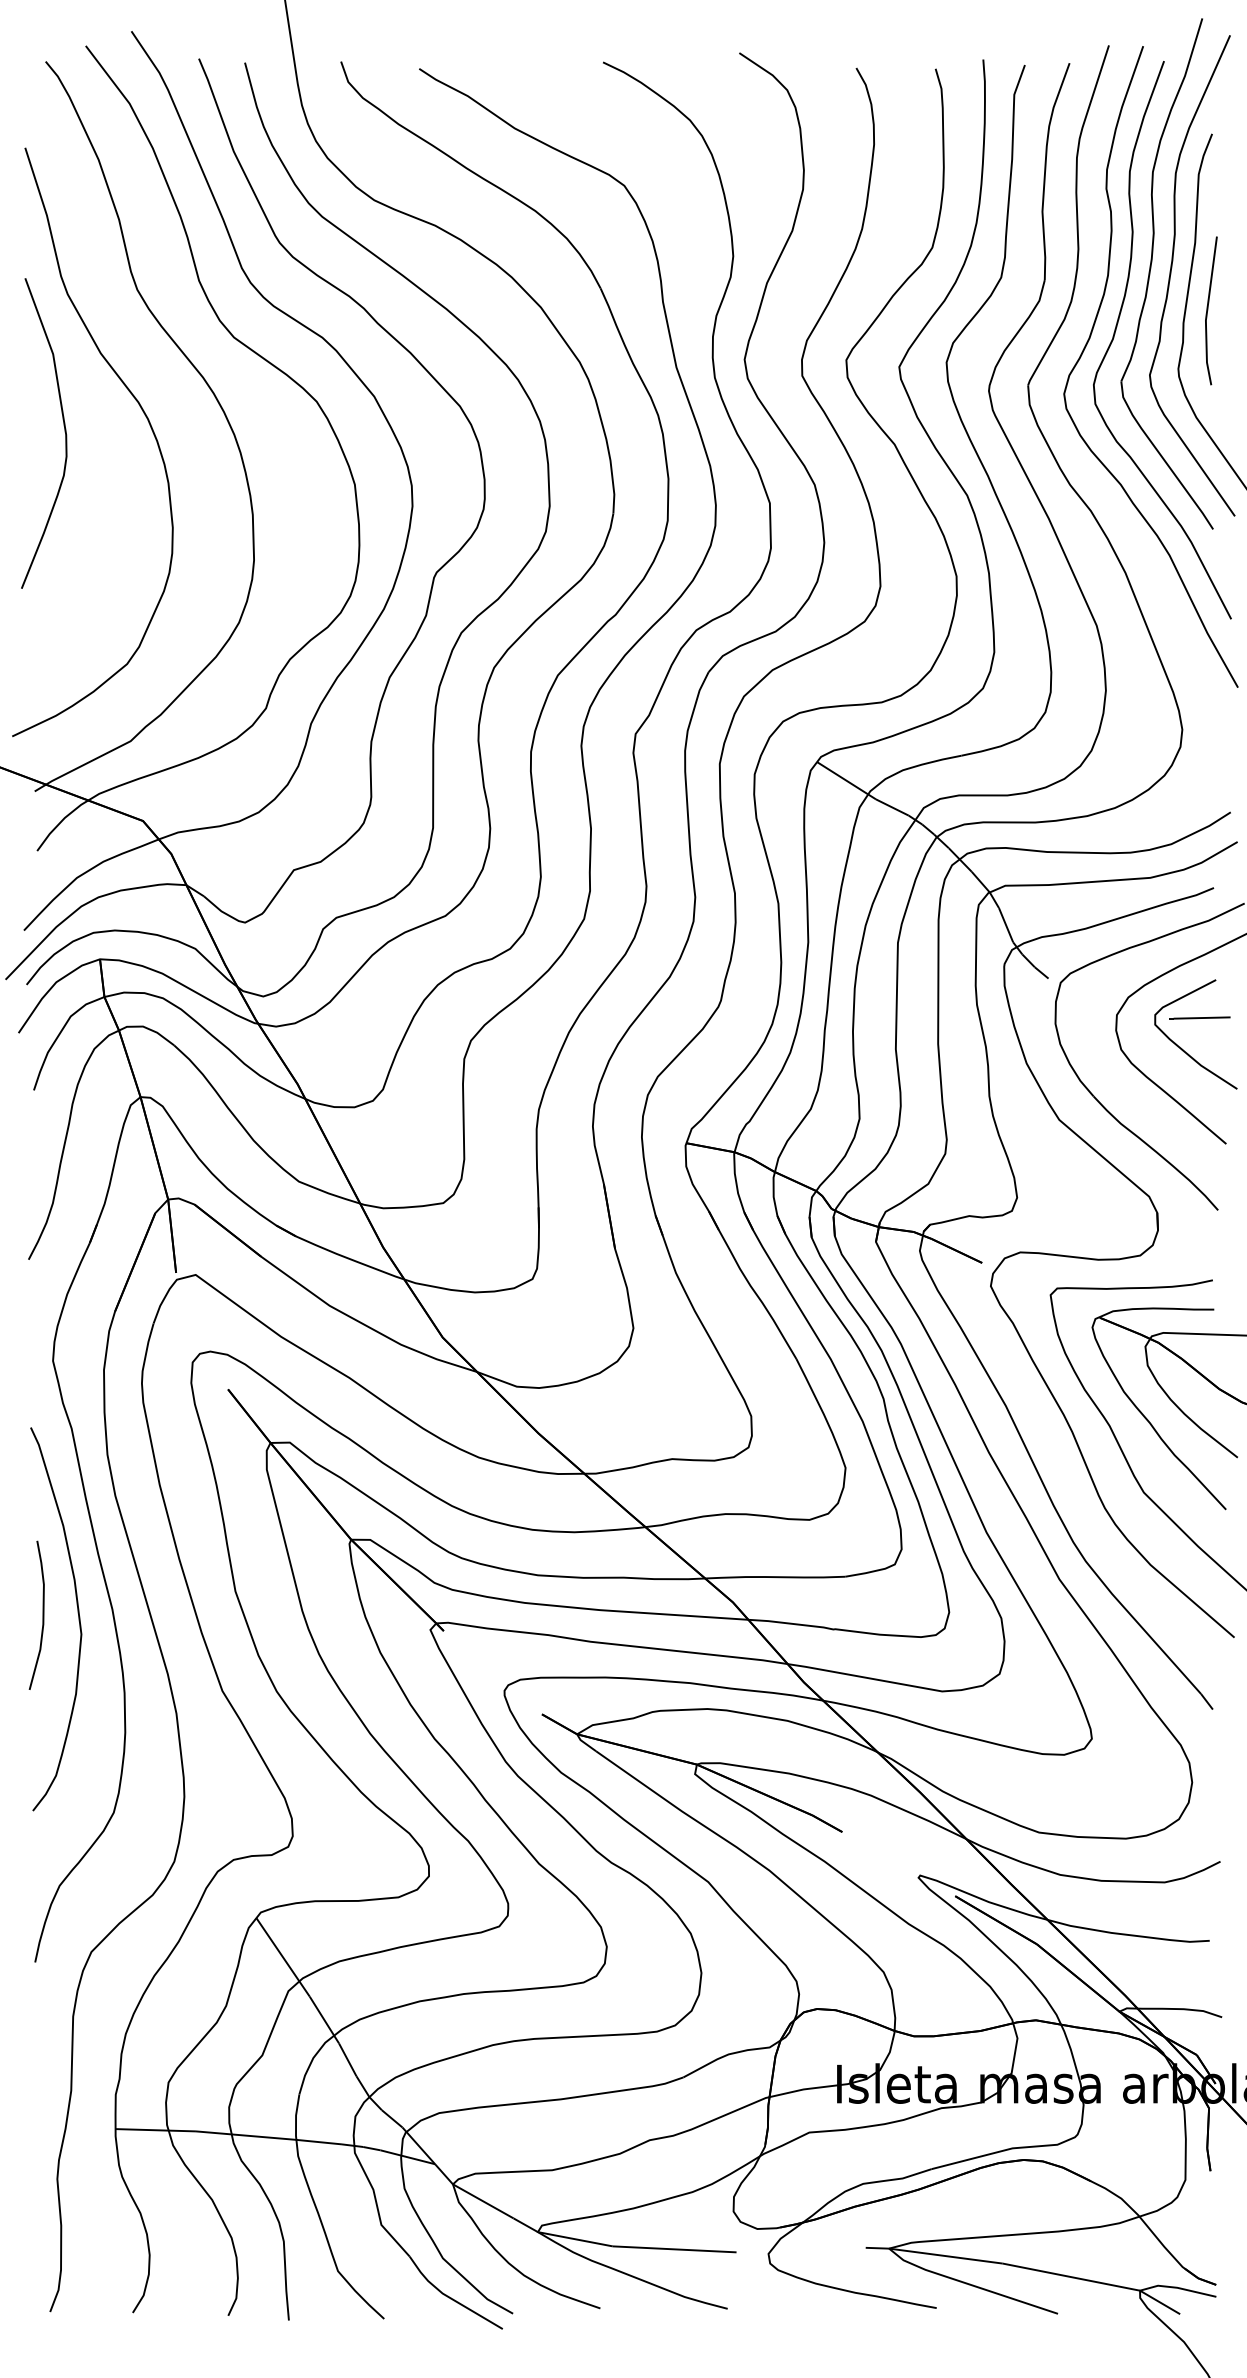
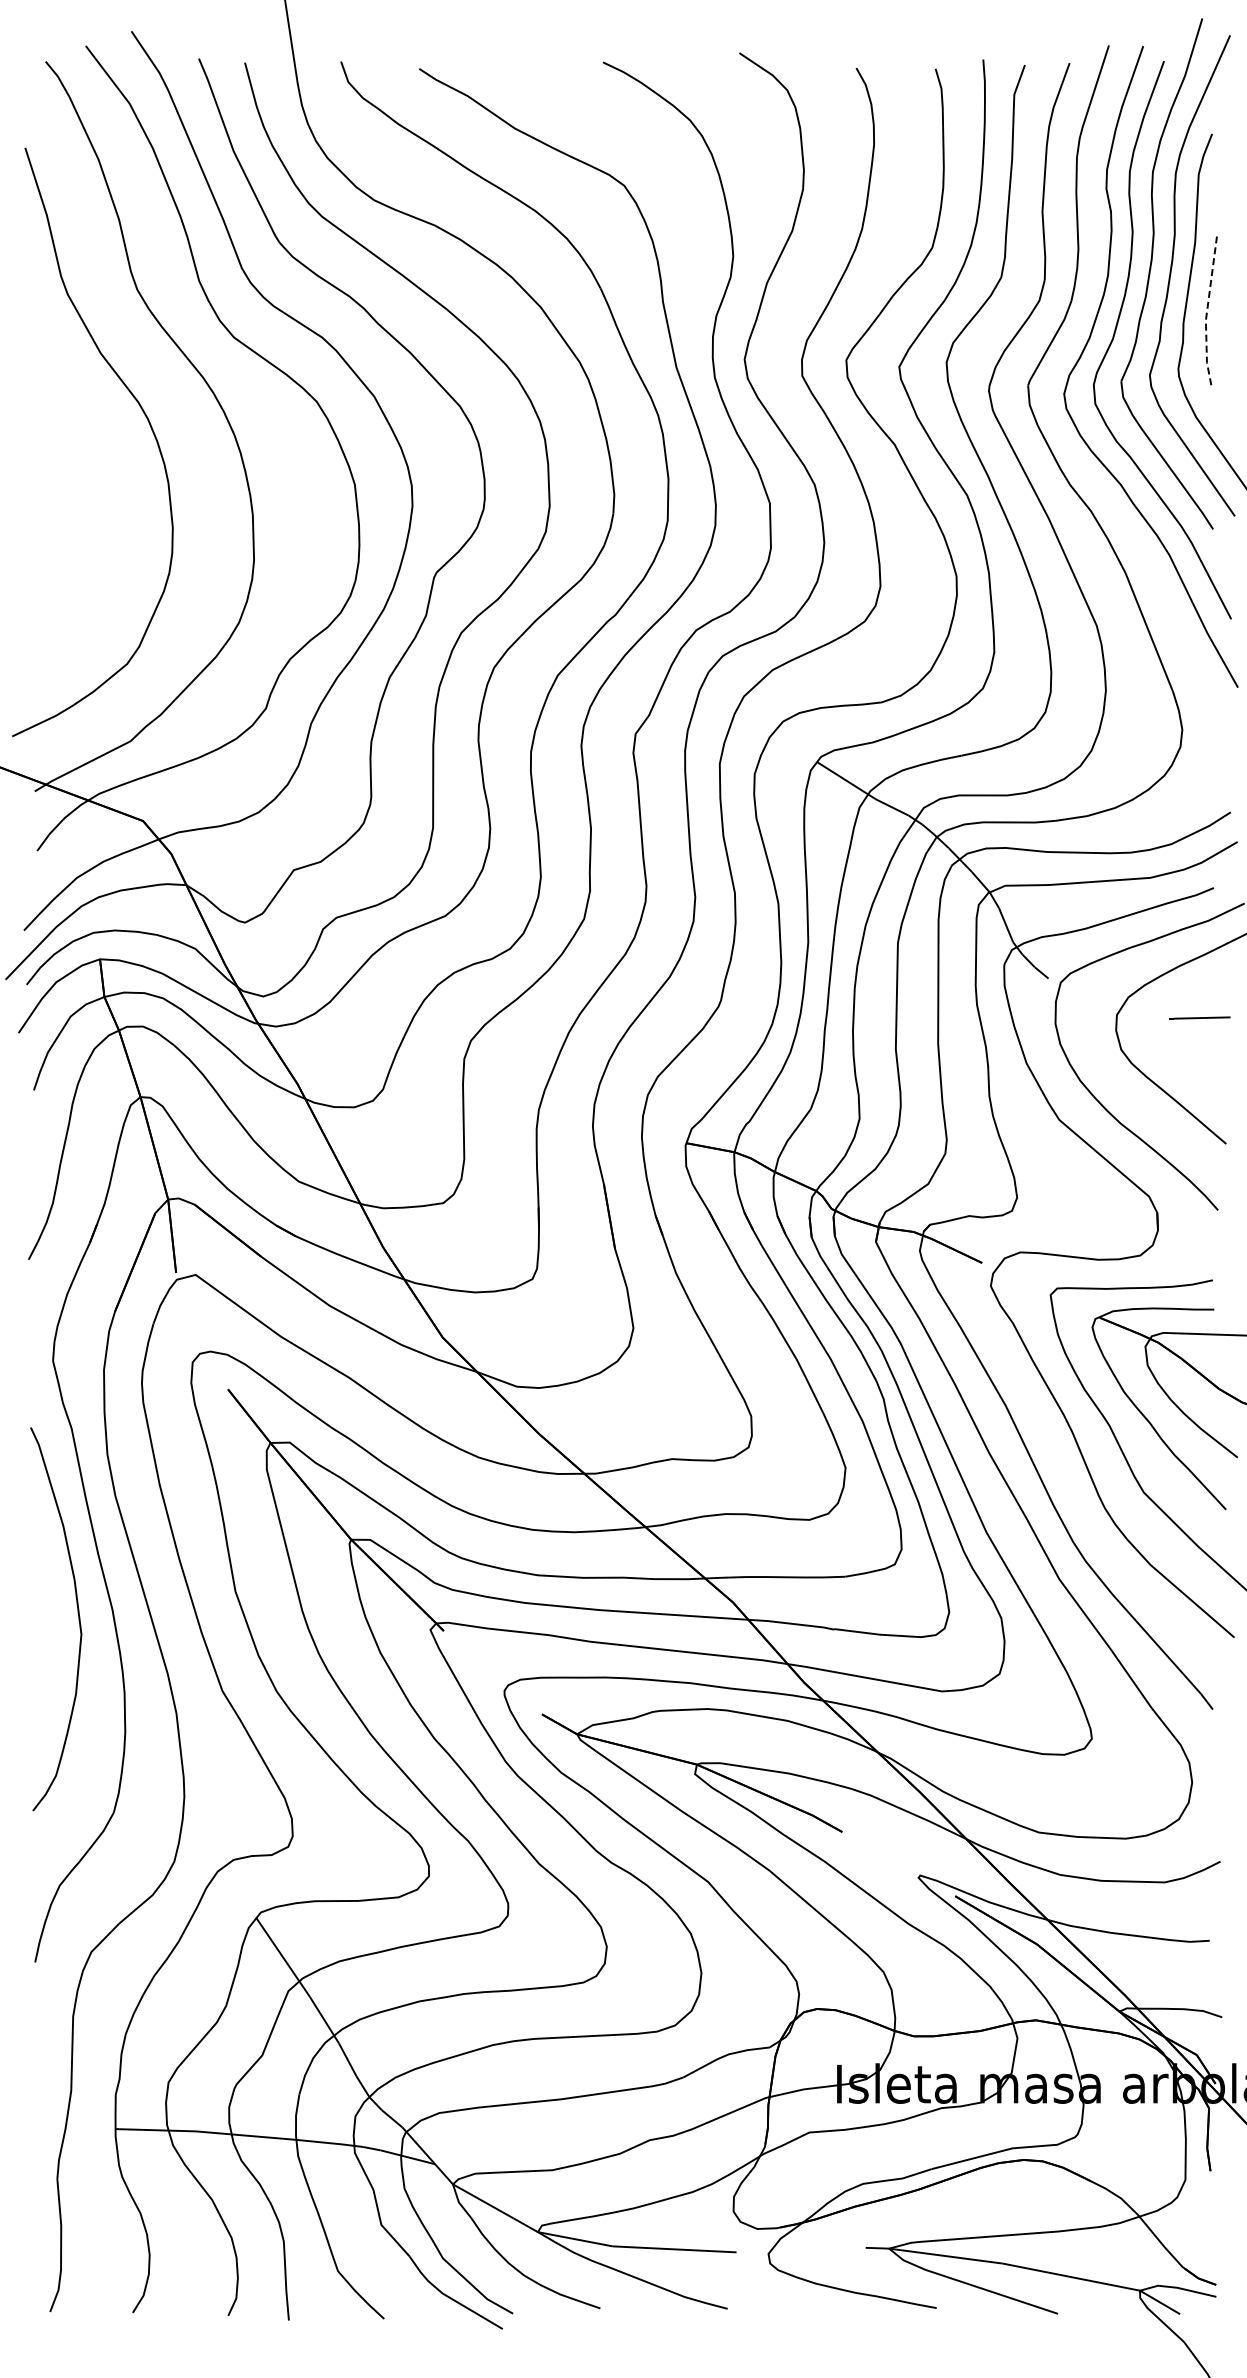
line at (1206, 312): solid -> dashed
curve at (64, 432): present -> none
curve at (1181, 1047): present -> none
curve at (42, 1614): present -> none
